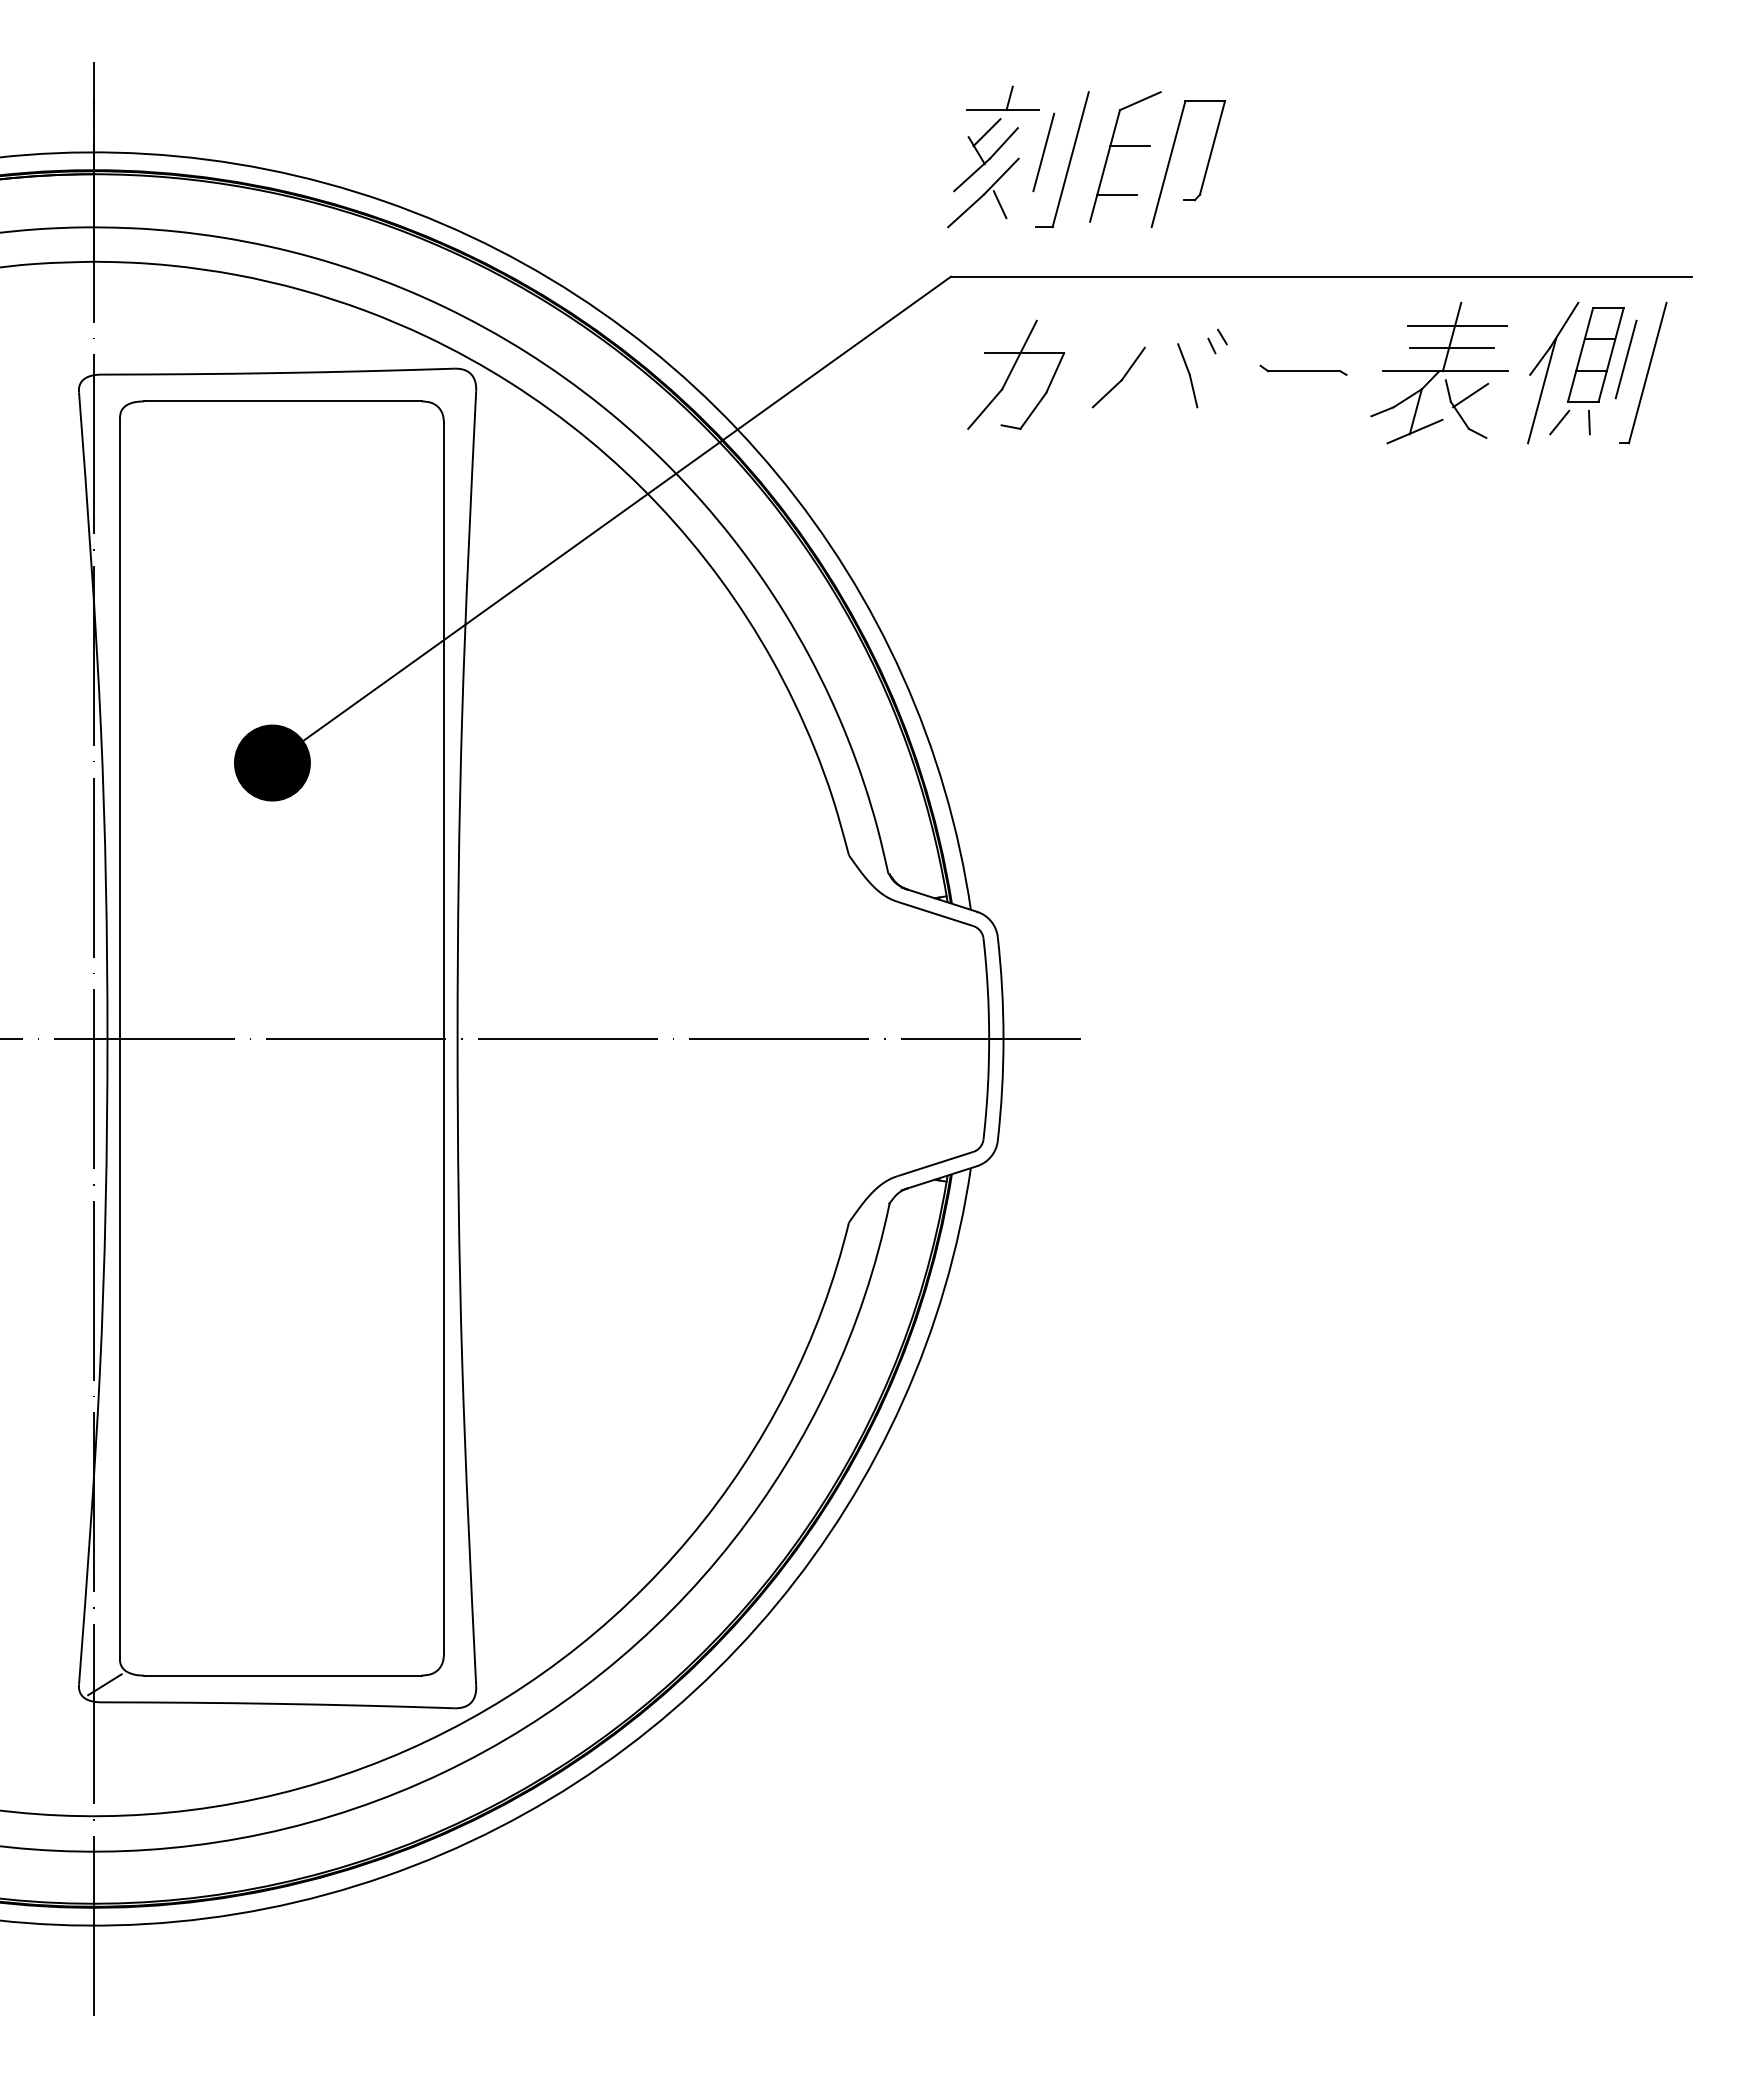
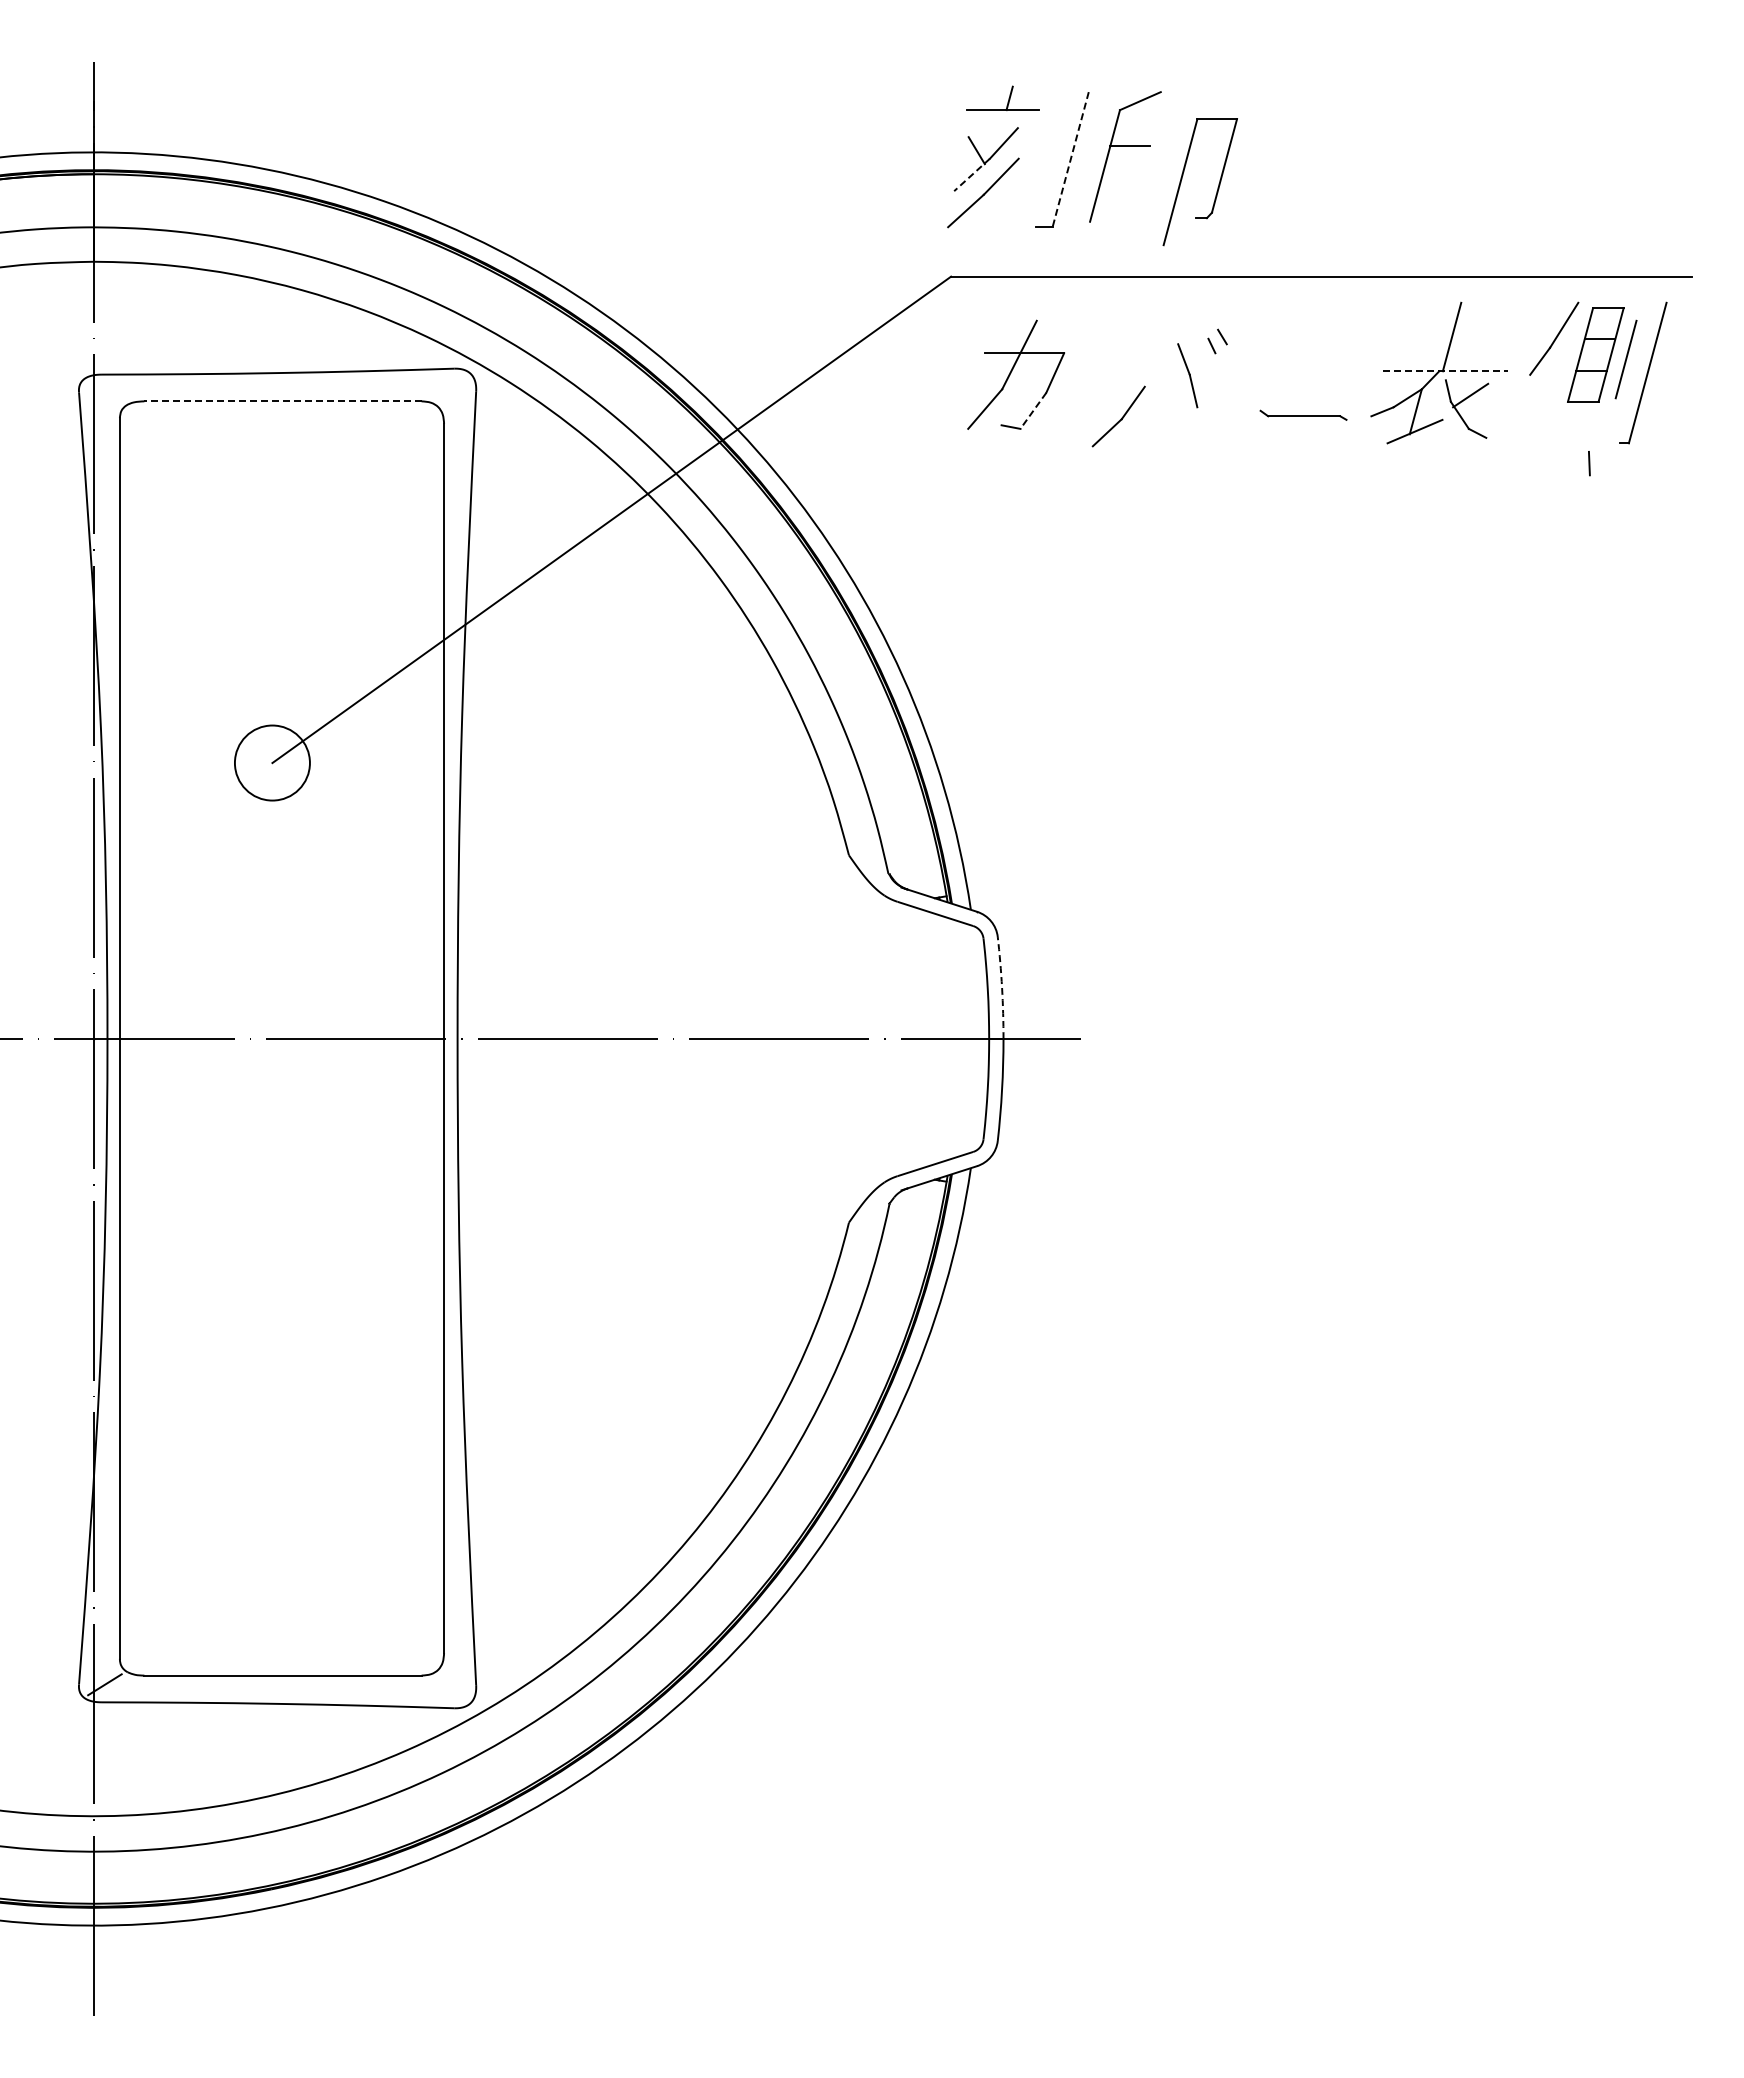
line at (986, 132): present -> none
line at (1043, 152): present -> none
line at (1070, 159): solid -> dashed
part at (1170, 161) position: (1170, 161) -> (1182, 179)
line at (971, 175): solid -> dashed
line at (1116, 194): present -> none
line at (999, 204): present -> none
line at (1457, 326): present -> none
line at (1451, 347): present -> none
part at (1303, 369) position: (1303, 369) -> (1303, 414)
line at (1446, 371): solid -> dashed
part at (1118, 377) position: (1118, 377) -> (1118, 416)
line at (1542, 390): present -> none
line at (282, 401): solid -> dashed
line at (1033, 411): solid -> dashed
line at (1559, 422): present -> none
line at (1589, 422) position: (1589, 422) -> (1589, 463)
fill at (271, 762): present -> none
arc at (1002, 987): solid -> dashed
